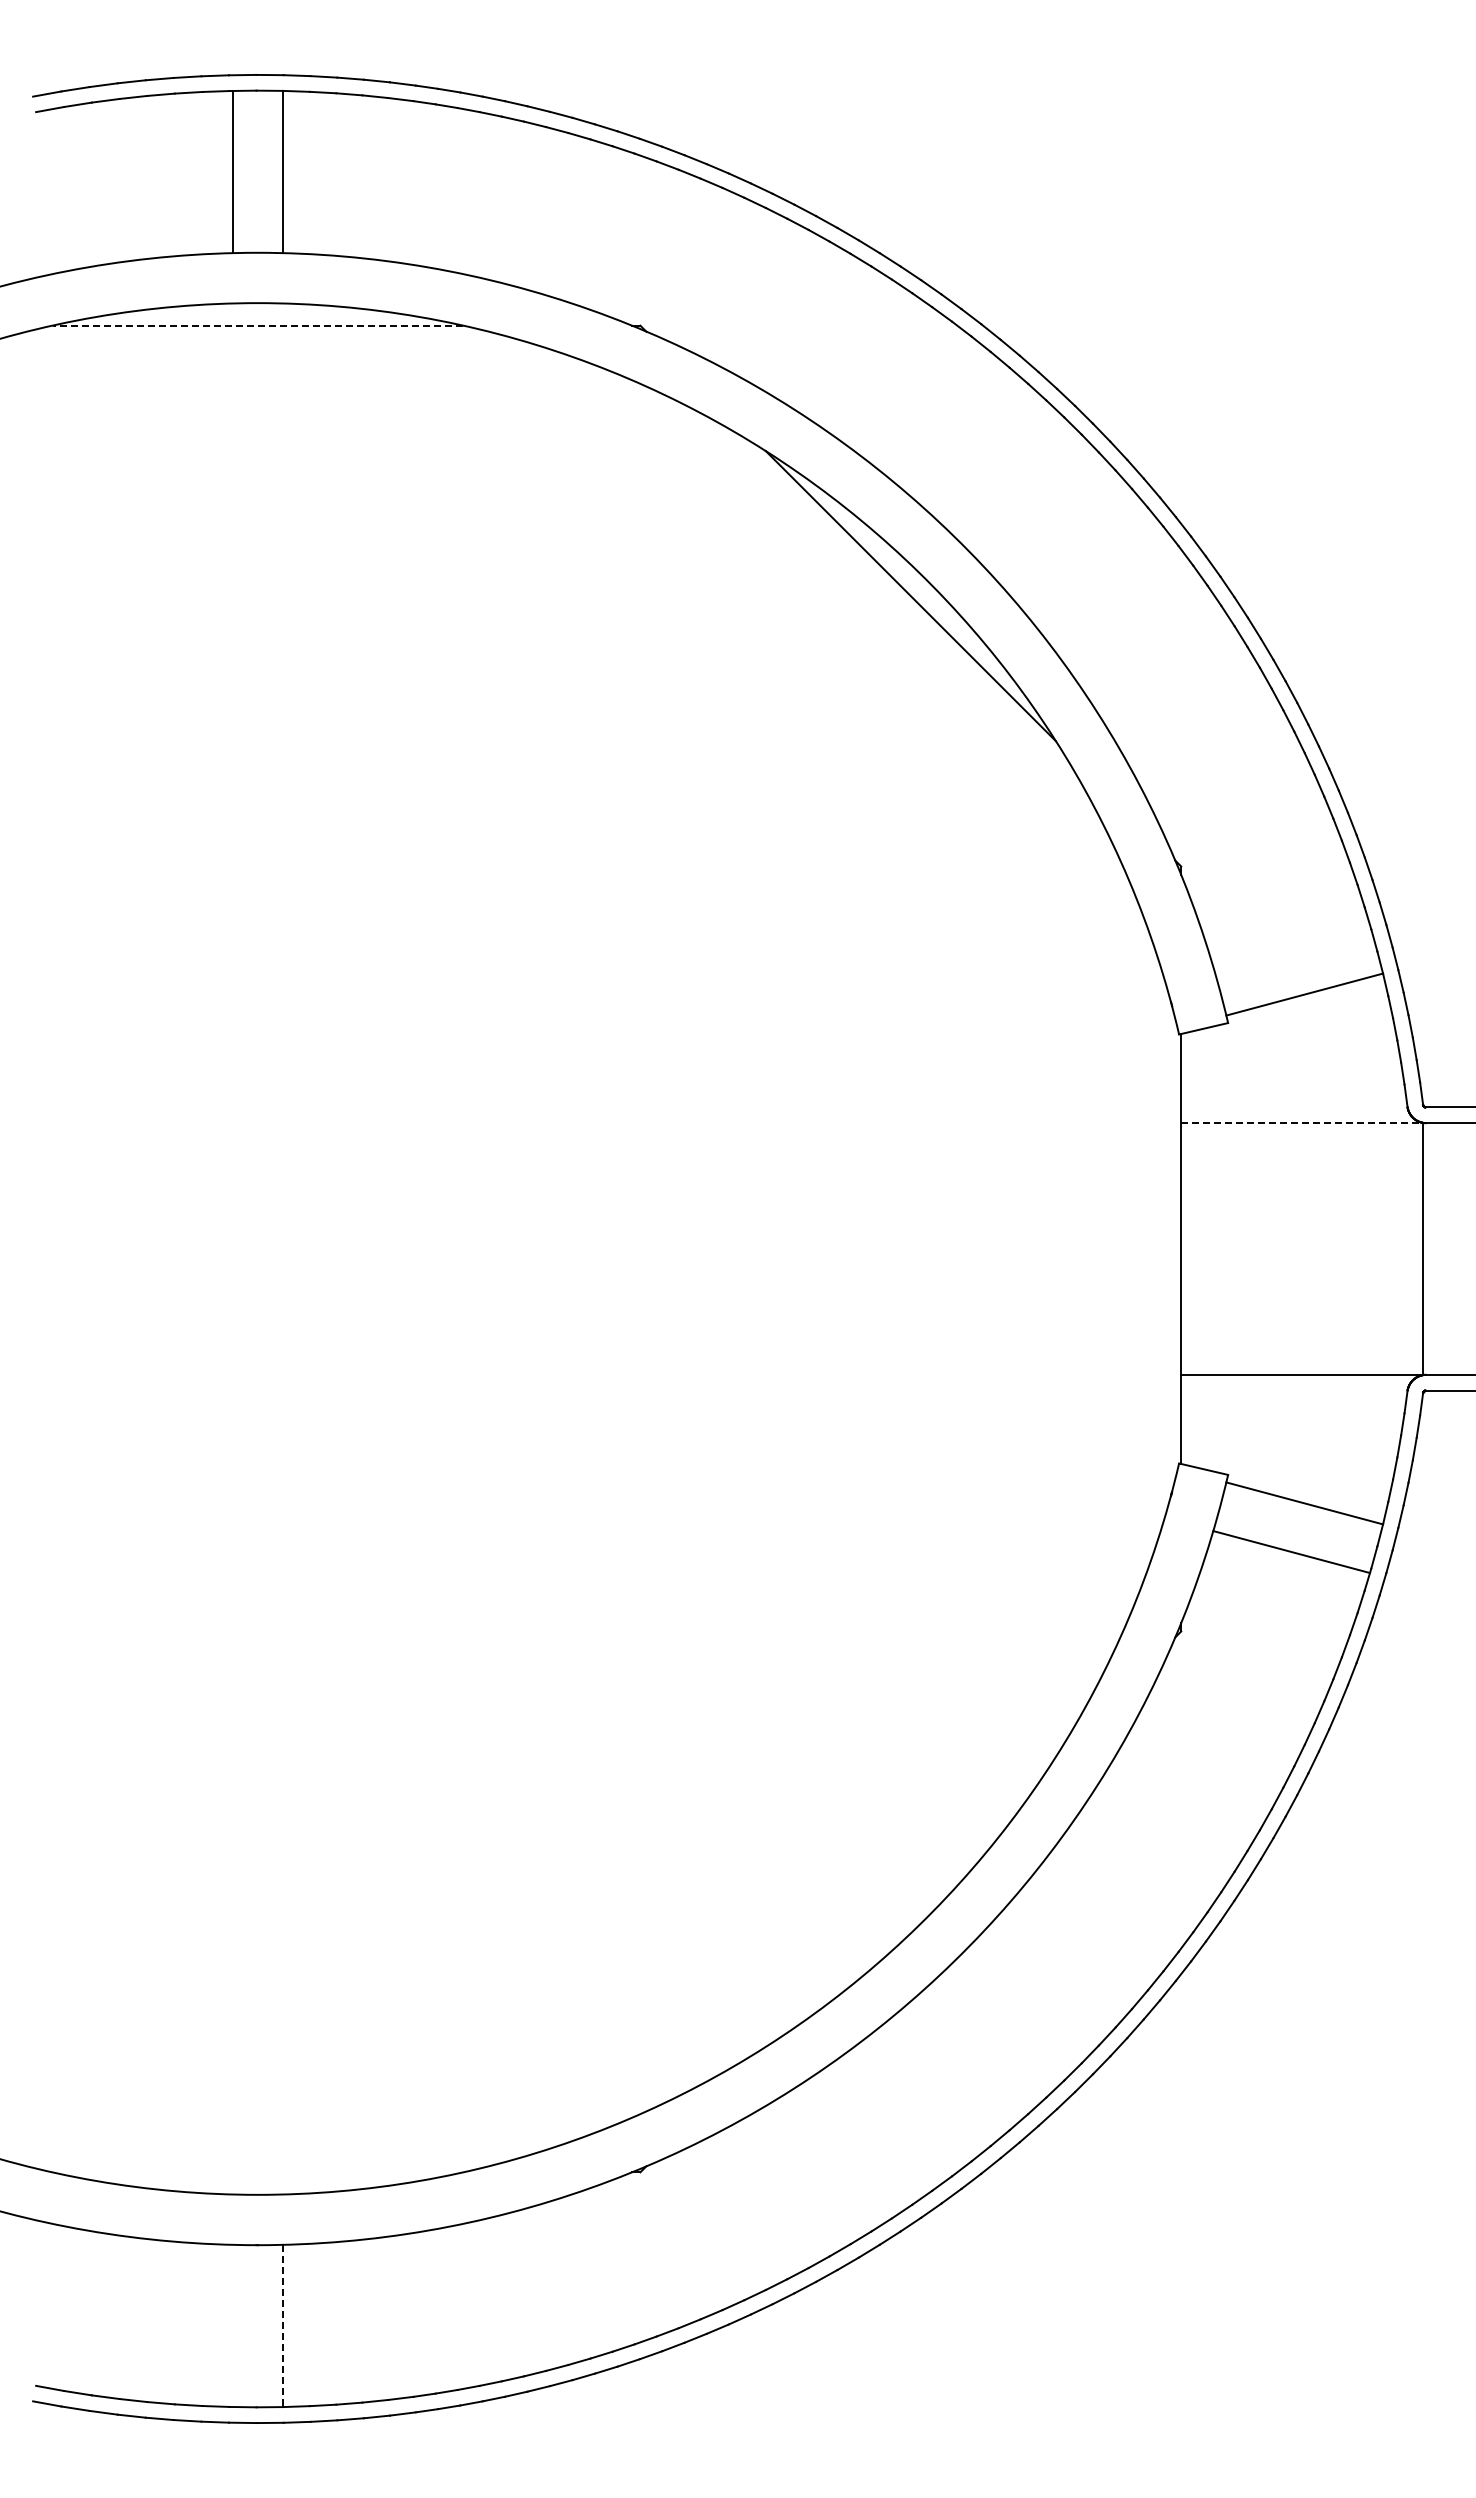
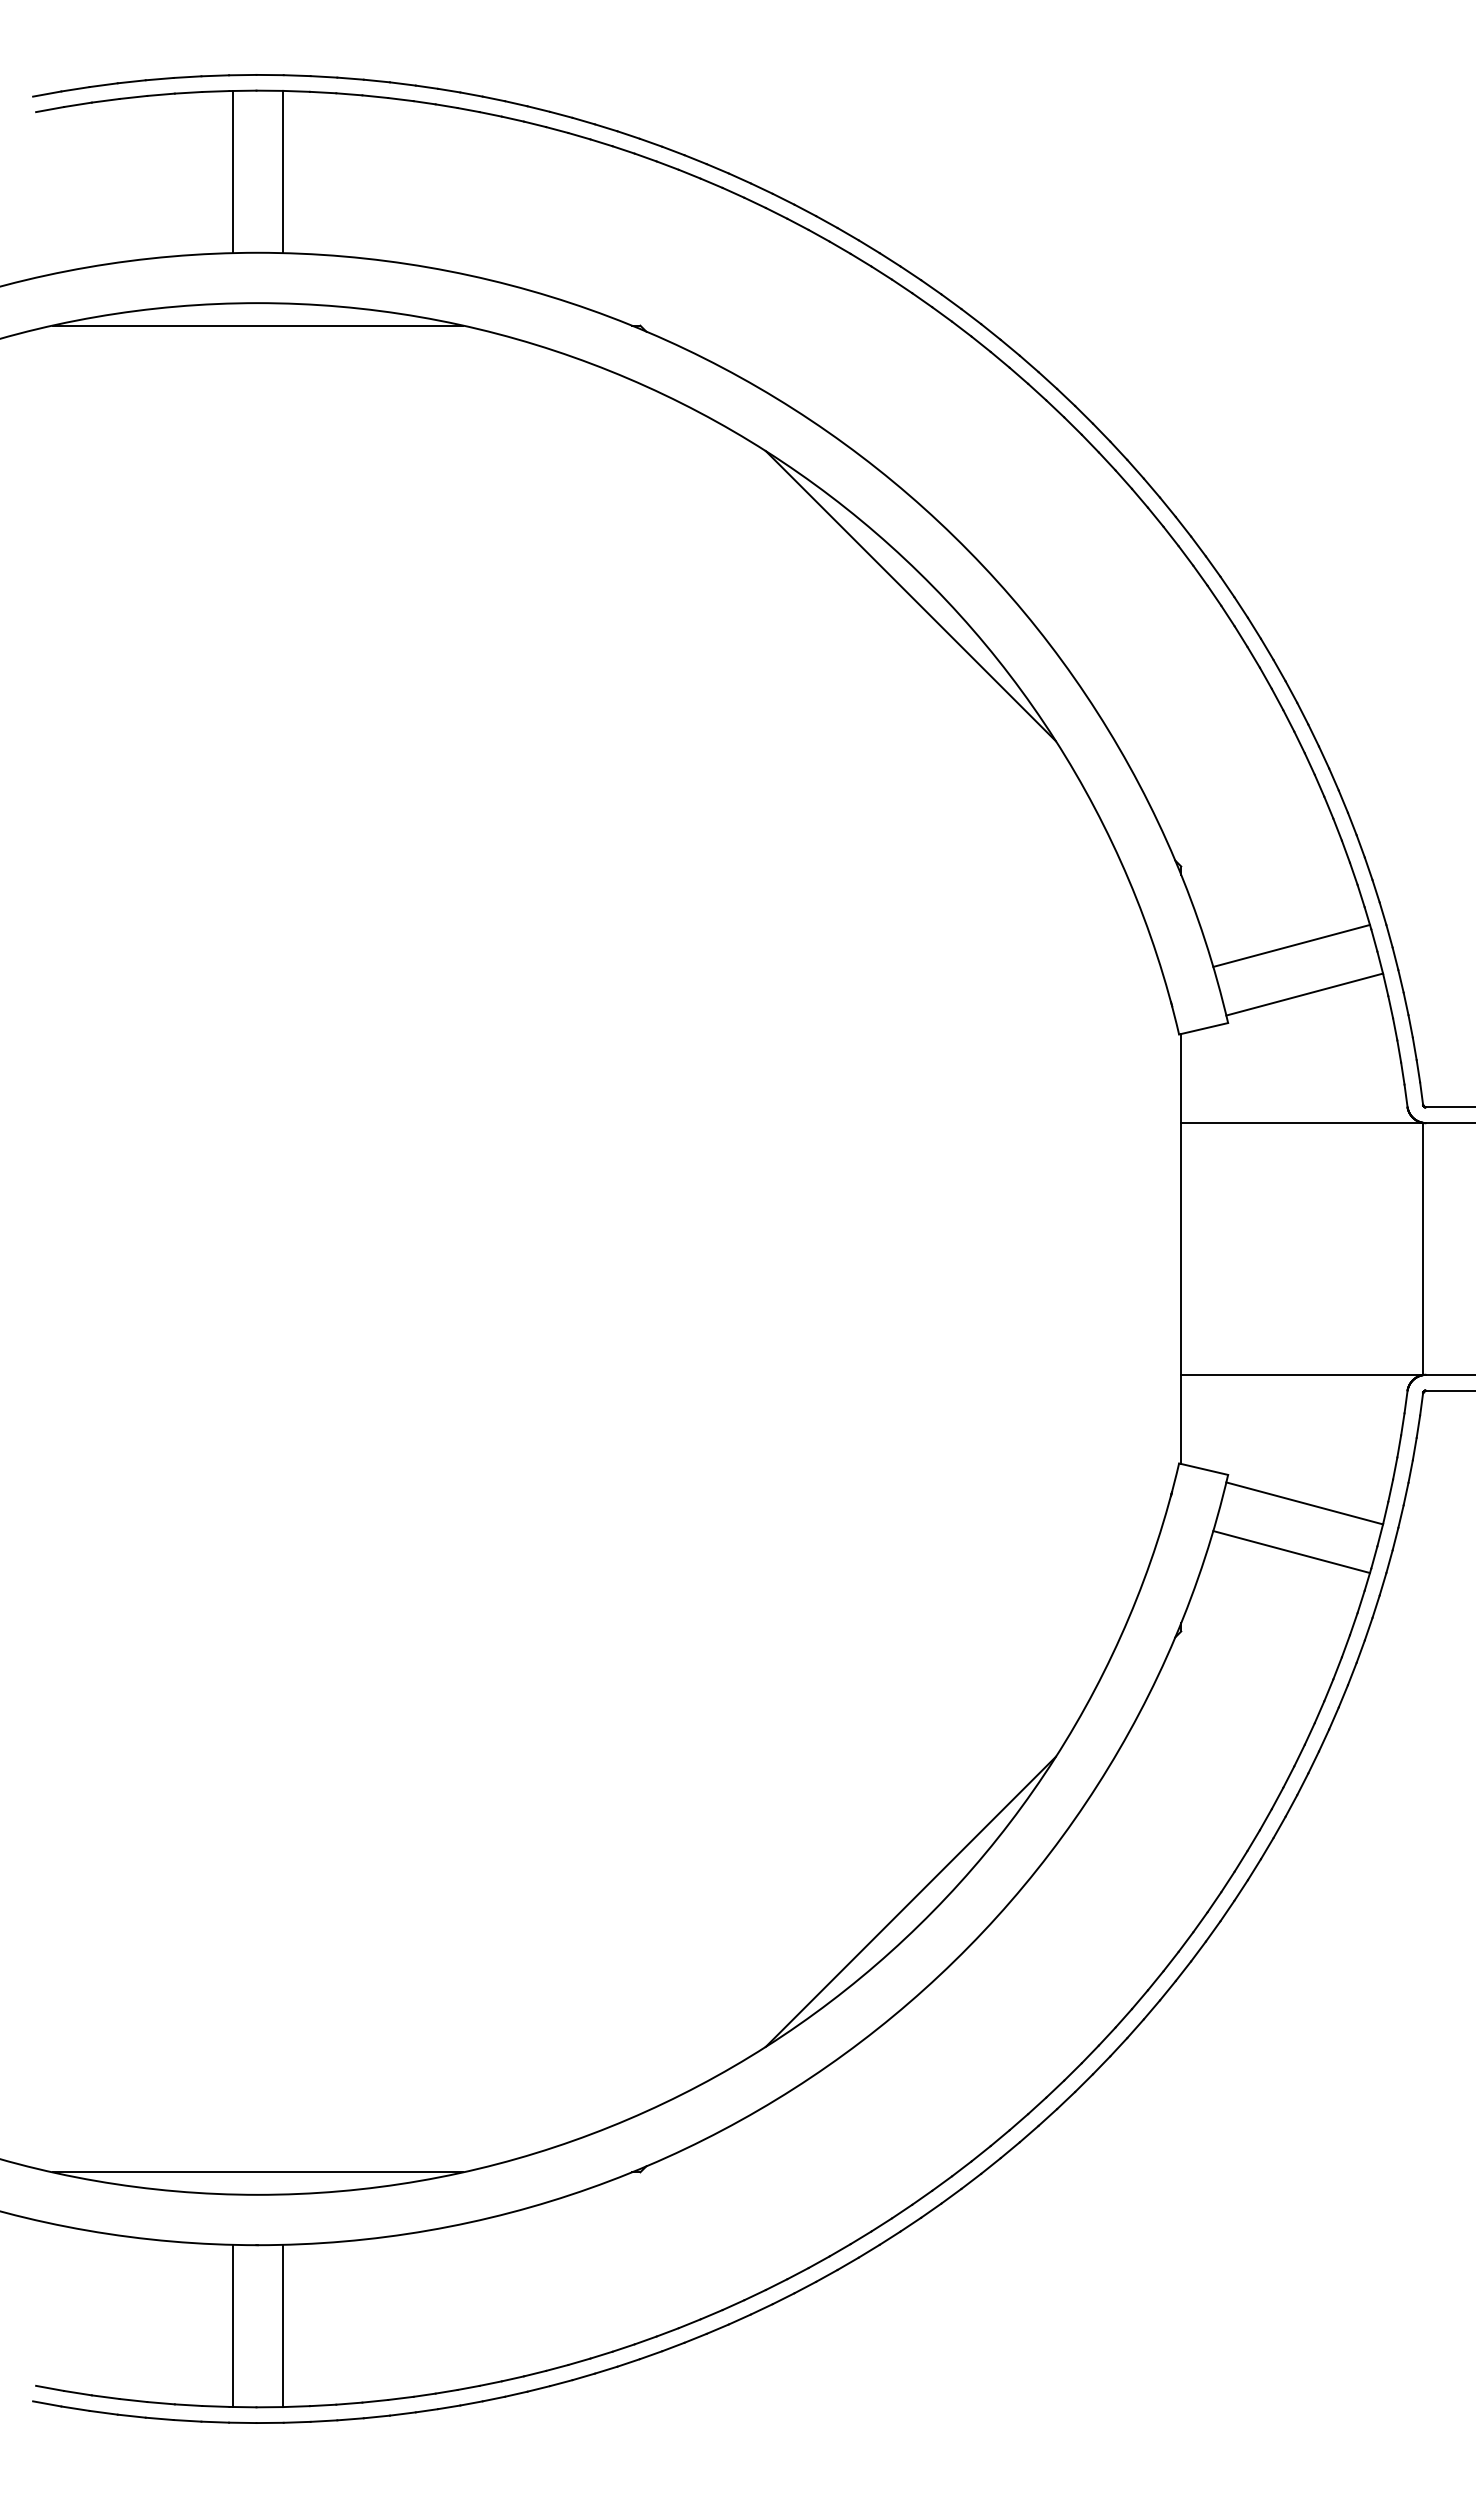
line at (257, 325): dashed -> solid
line at (1291, 945): none -> present
line at (1302, 1123): dashed -> solid
line at (910, 1901): none -> present
line at (257, 2172): none -> present
line at (232, 2325): none -> present
line at (283, 2326): dashed -> solid
